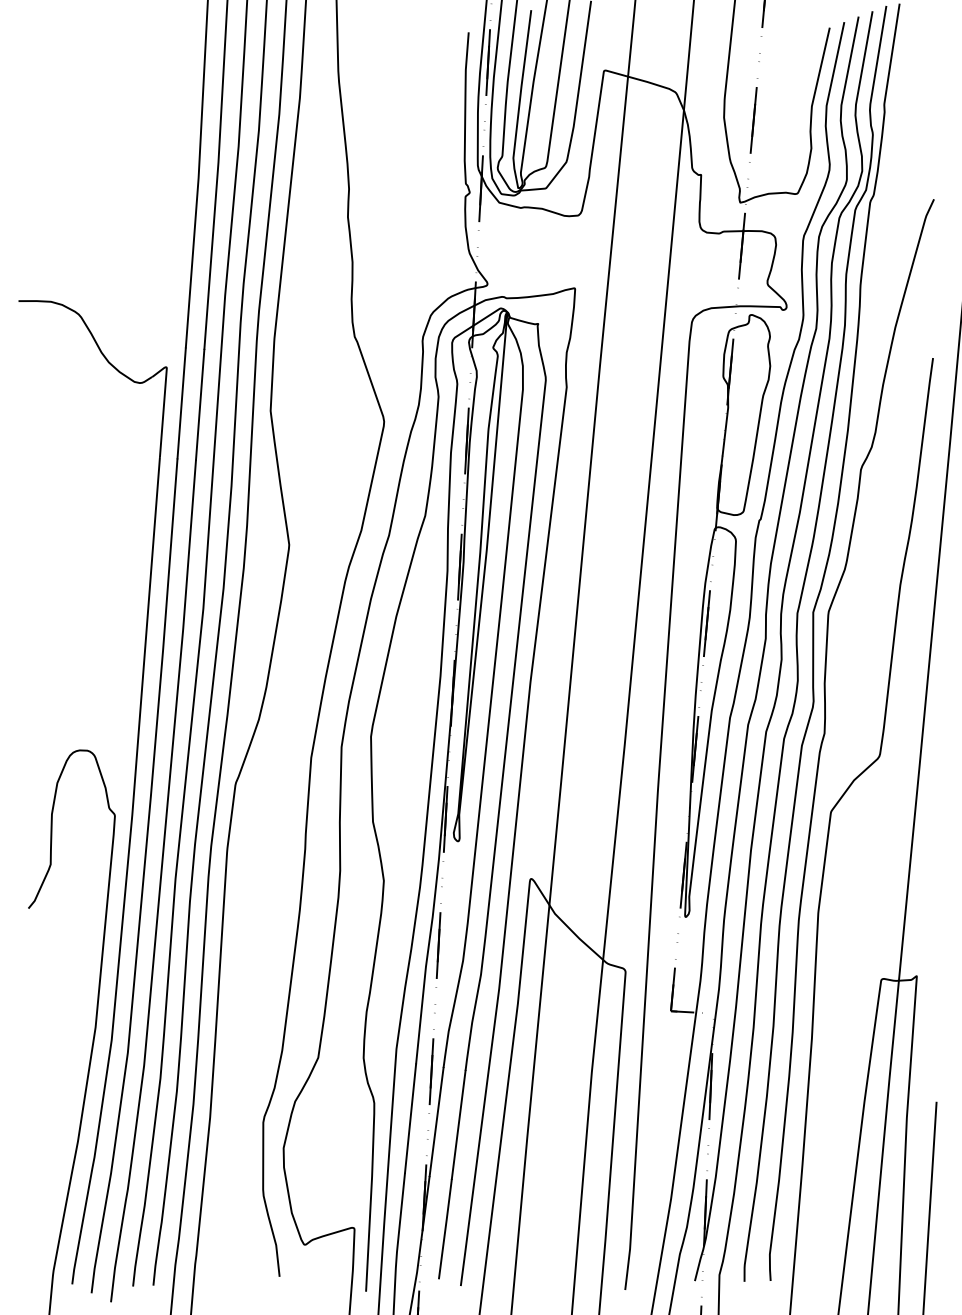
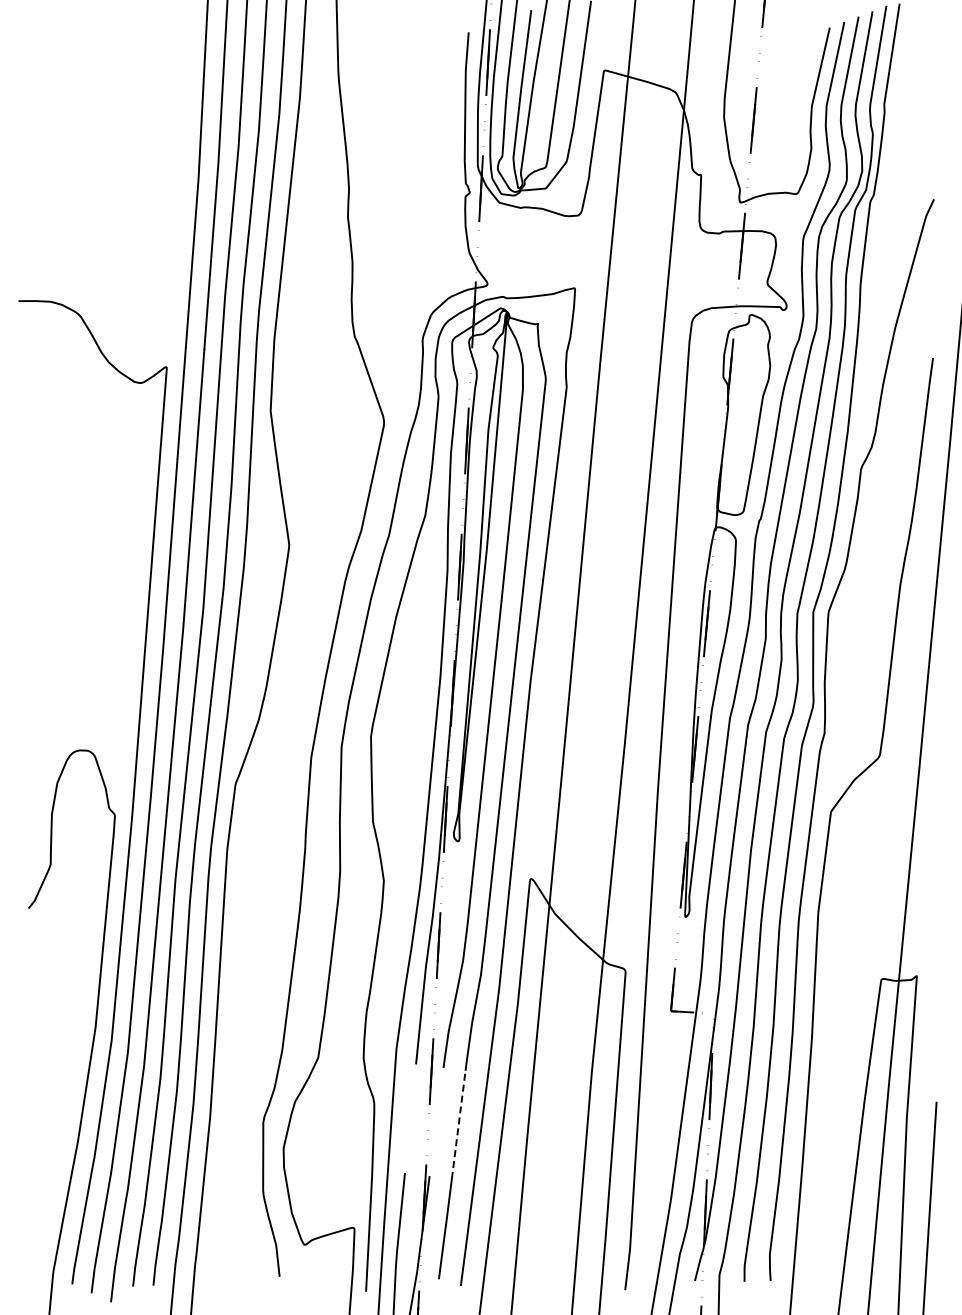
line at (410, 1118): present -> none
line at (436, 1121): present -> none
line at (458, 1124): solid -> dashed
